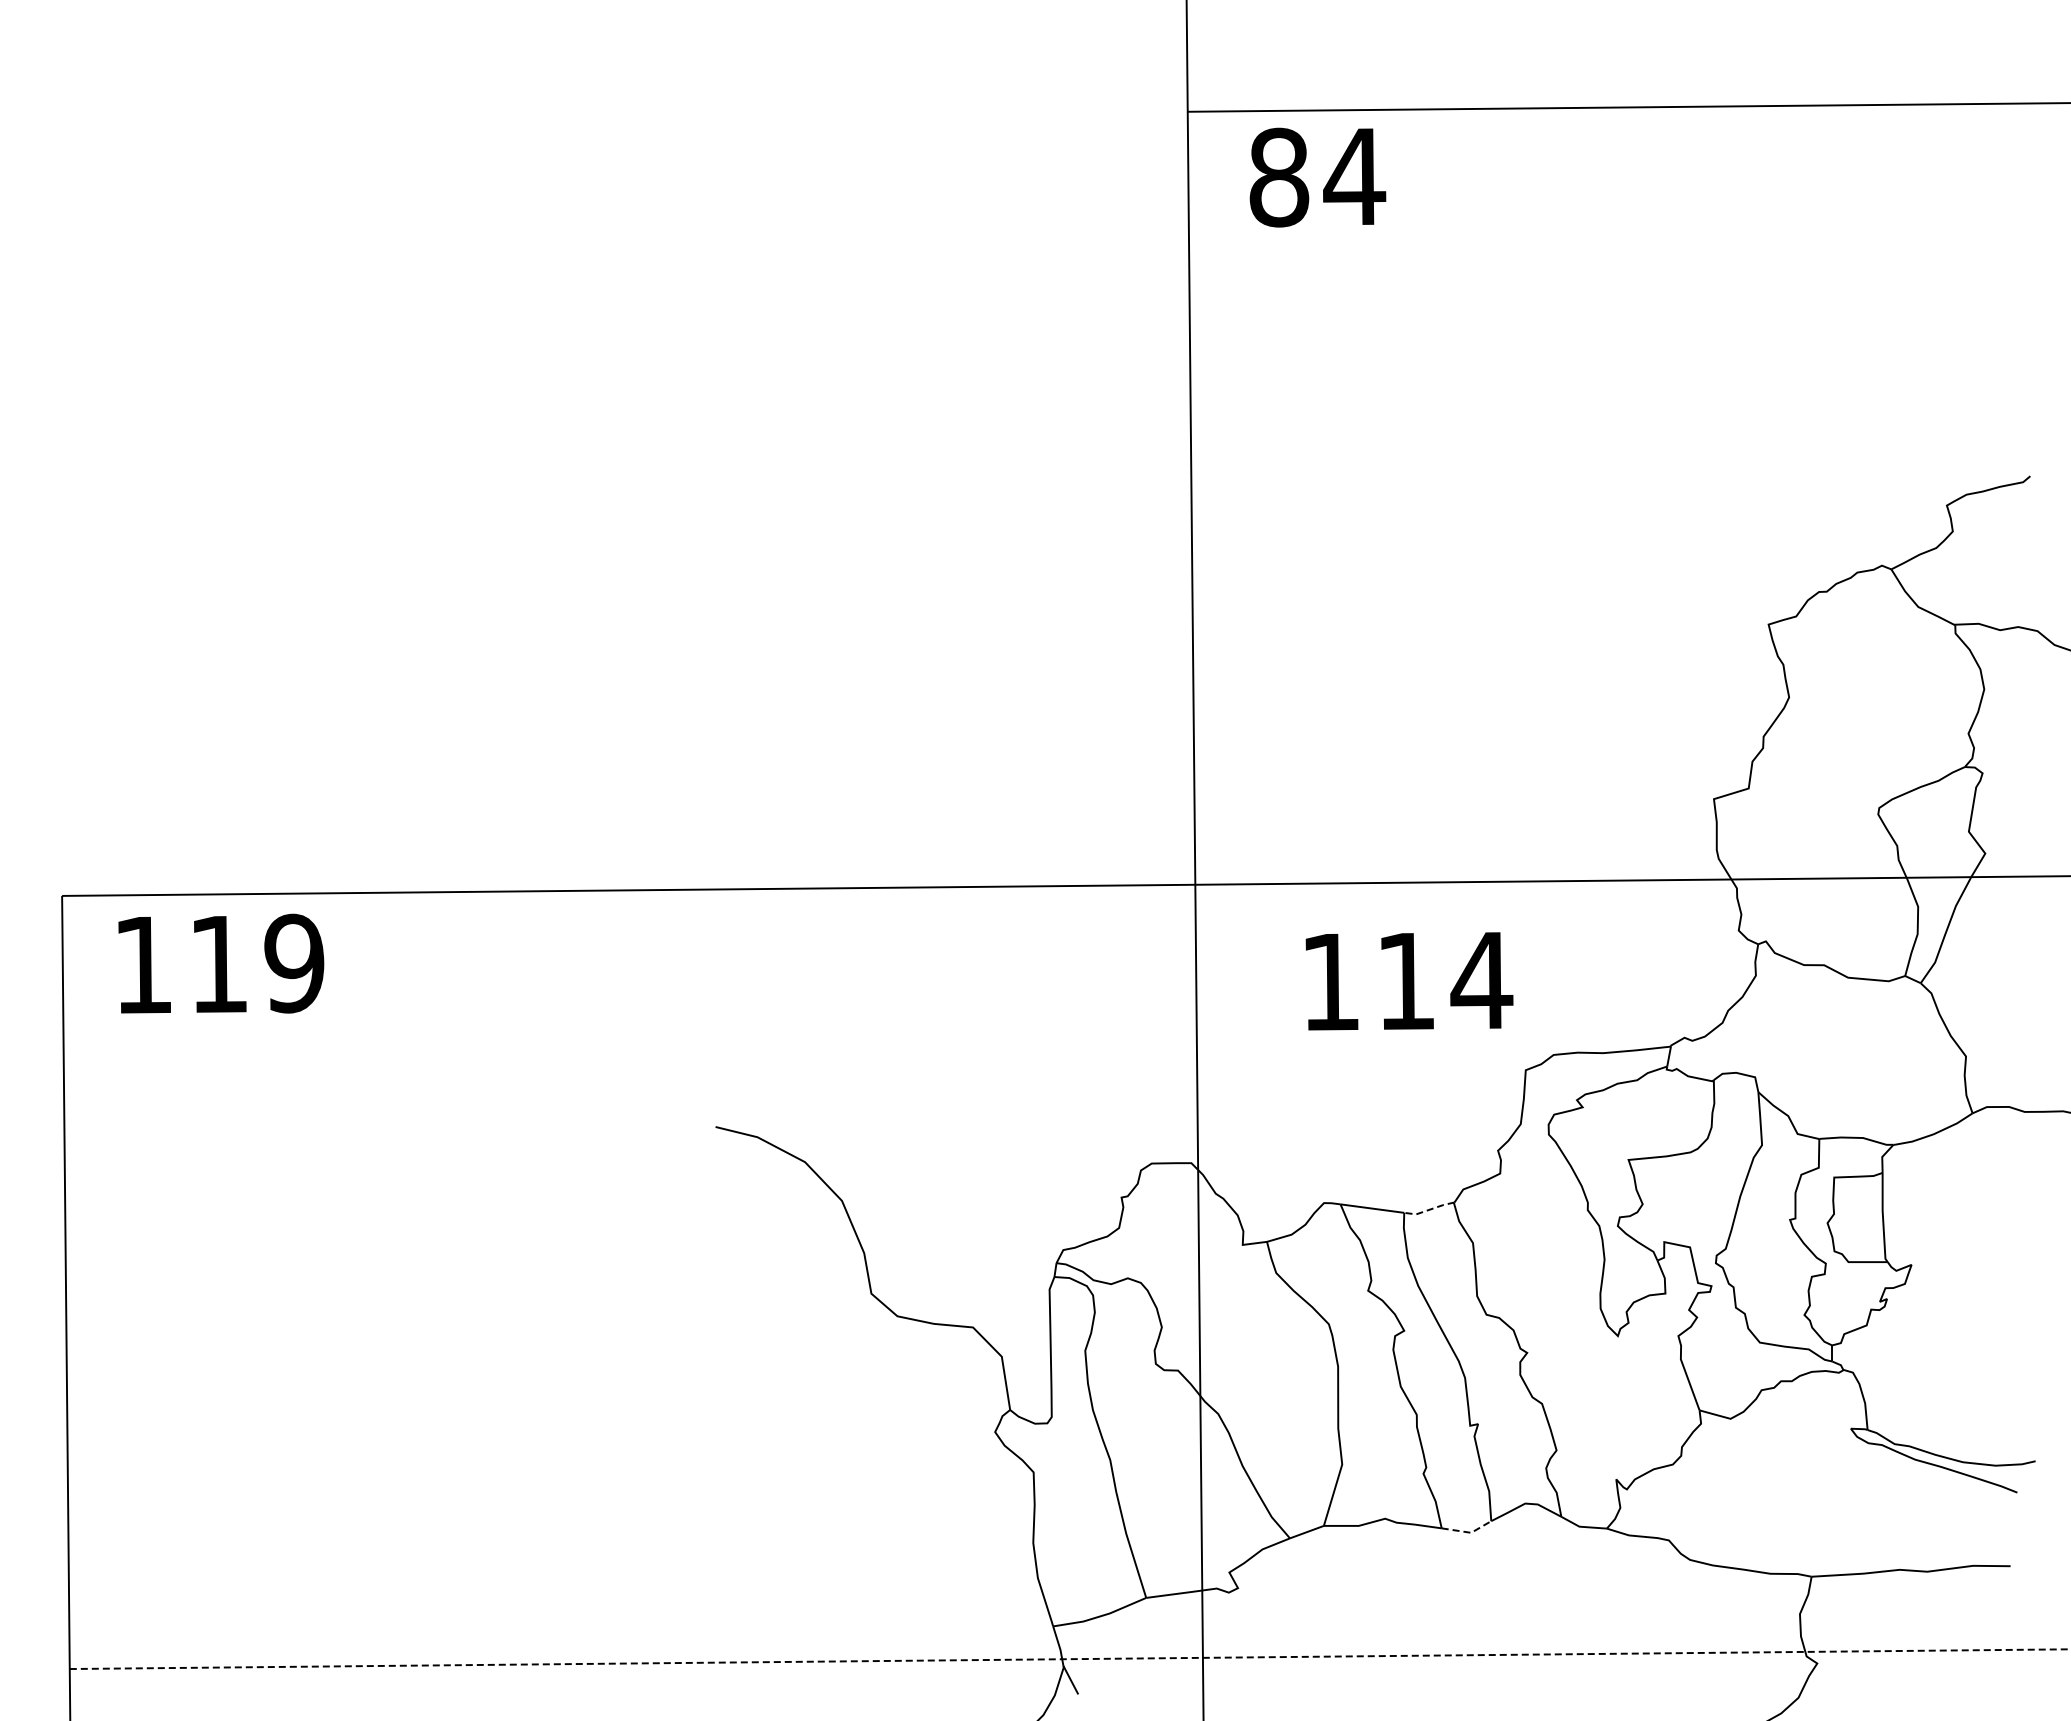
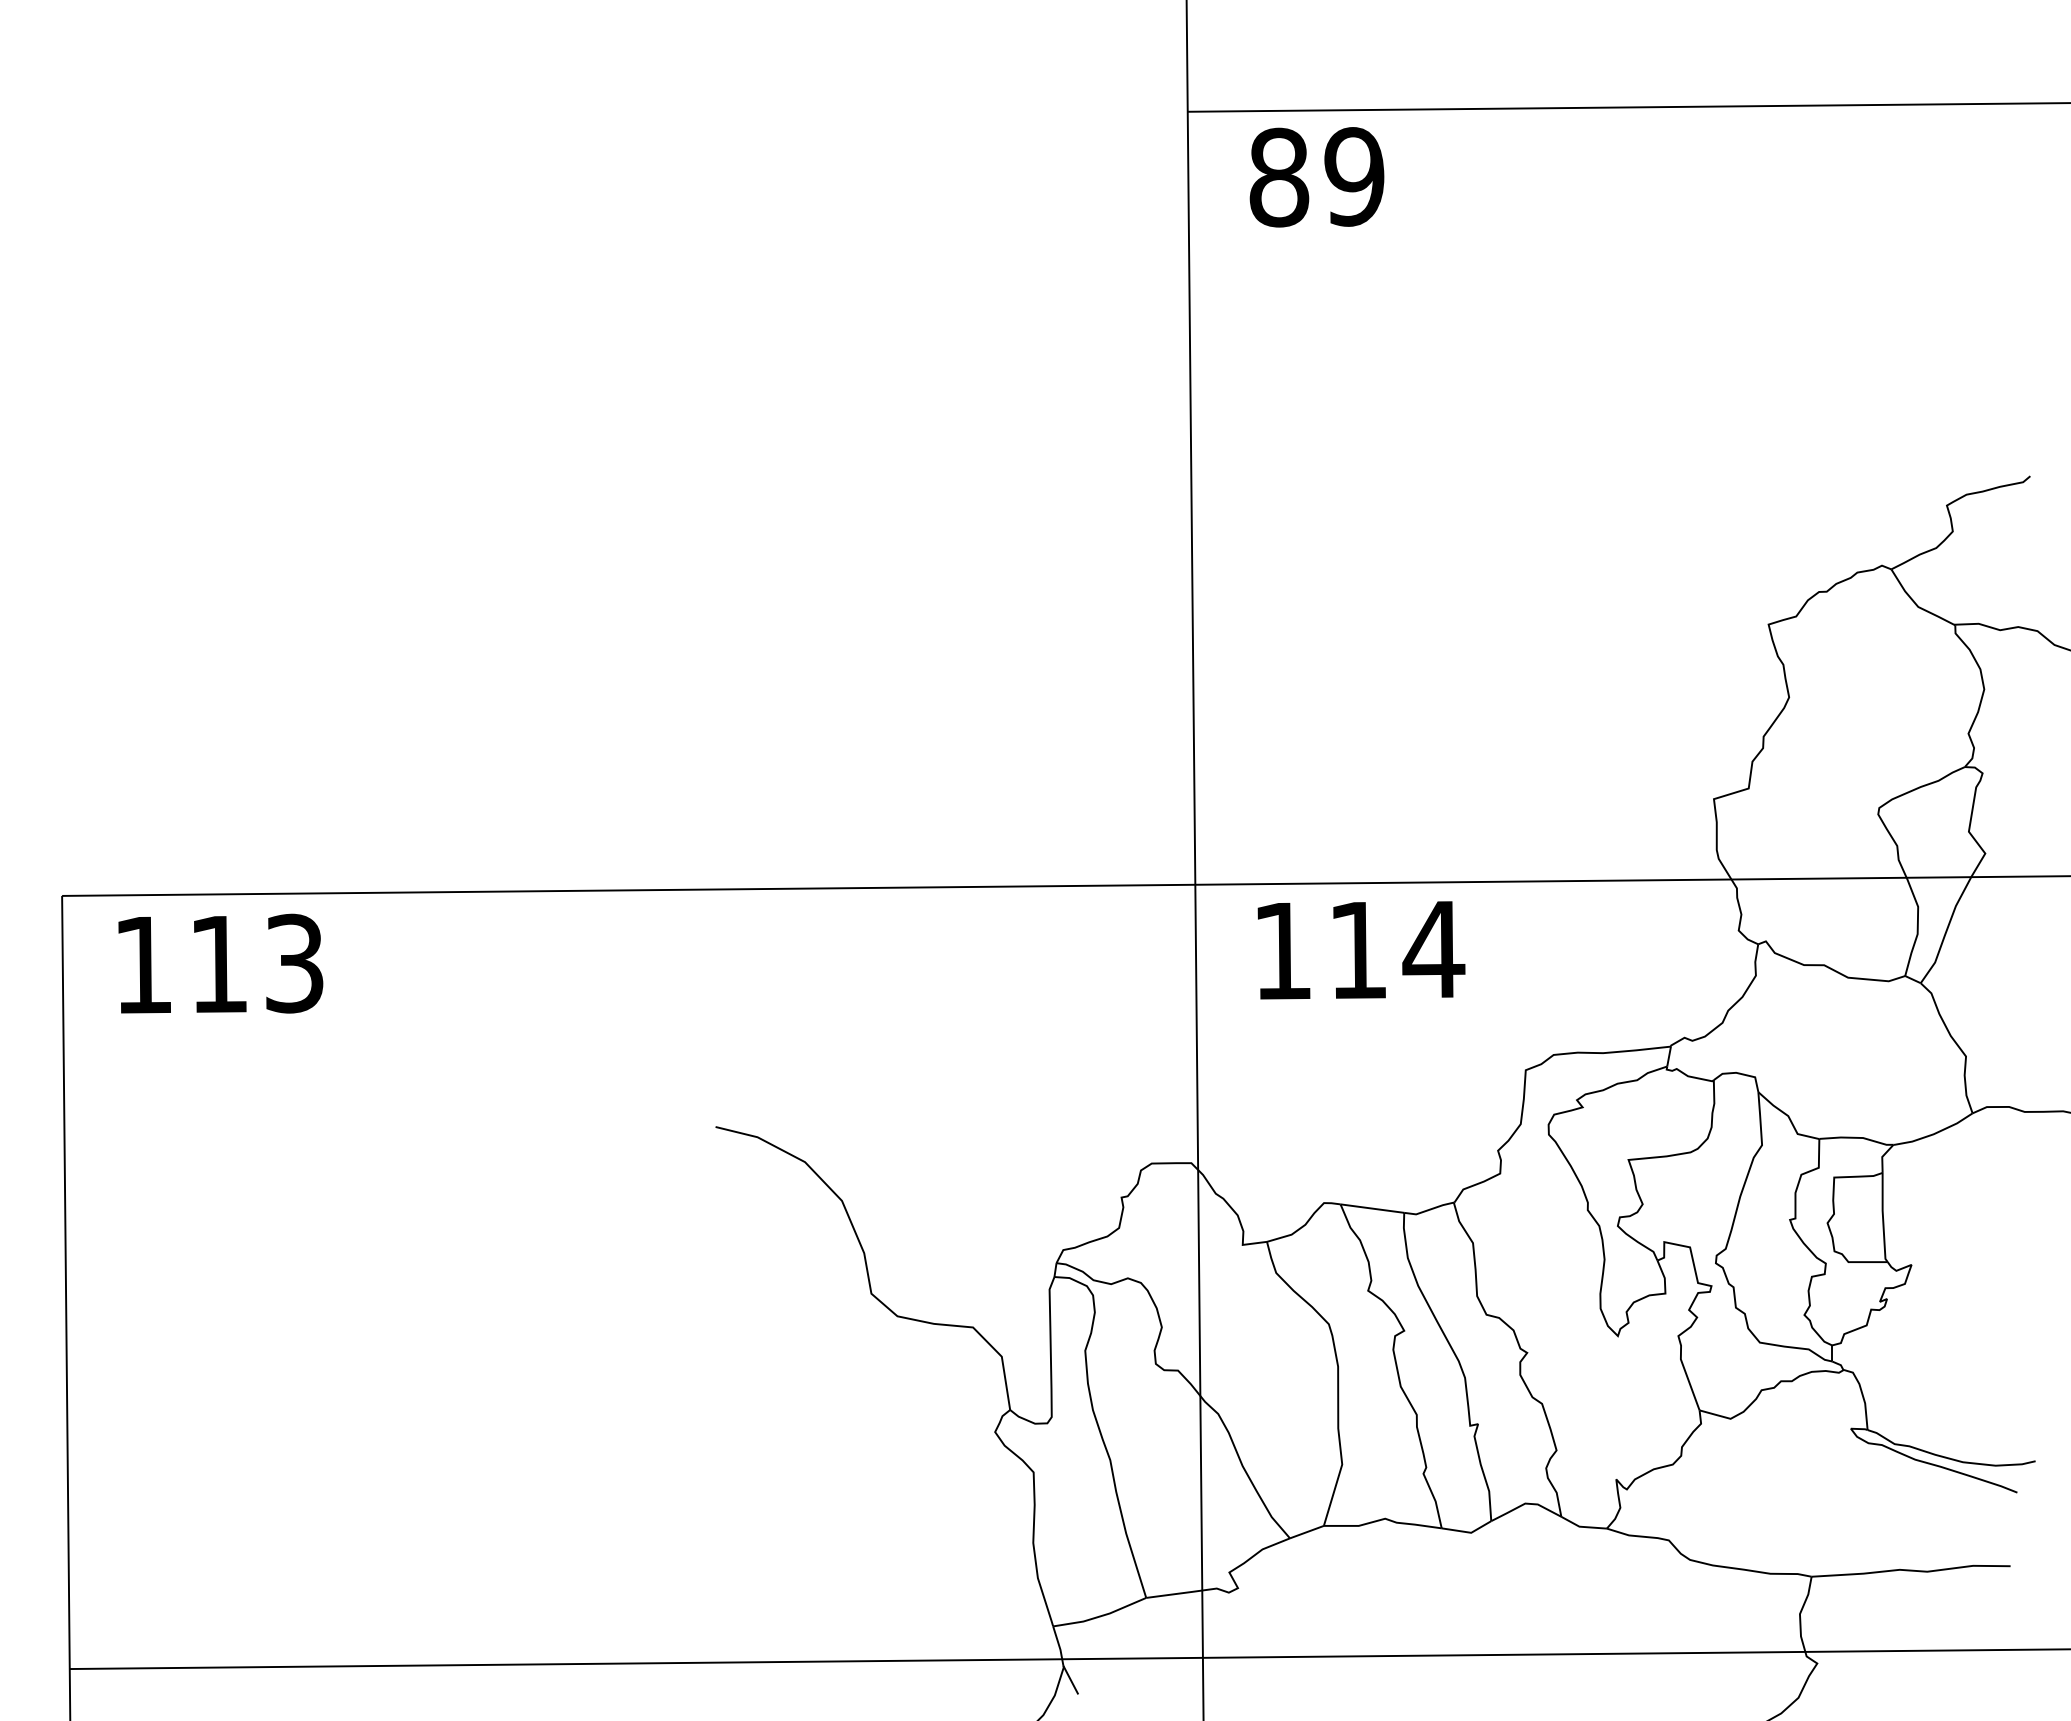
text at (1354, 176): 84 -> 89
text at (294, 963): 119 -> 113
text at (1409, 981) position: (1409, 981) -> (1361, 950)
line at (1429, 1209): dashed -> solid
line at (1469, 1532): dashed -> solid
line at (1070, 1659): dashed -> solid
